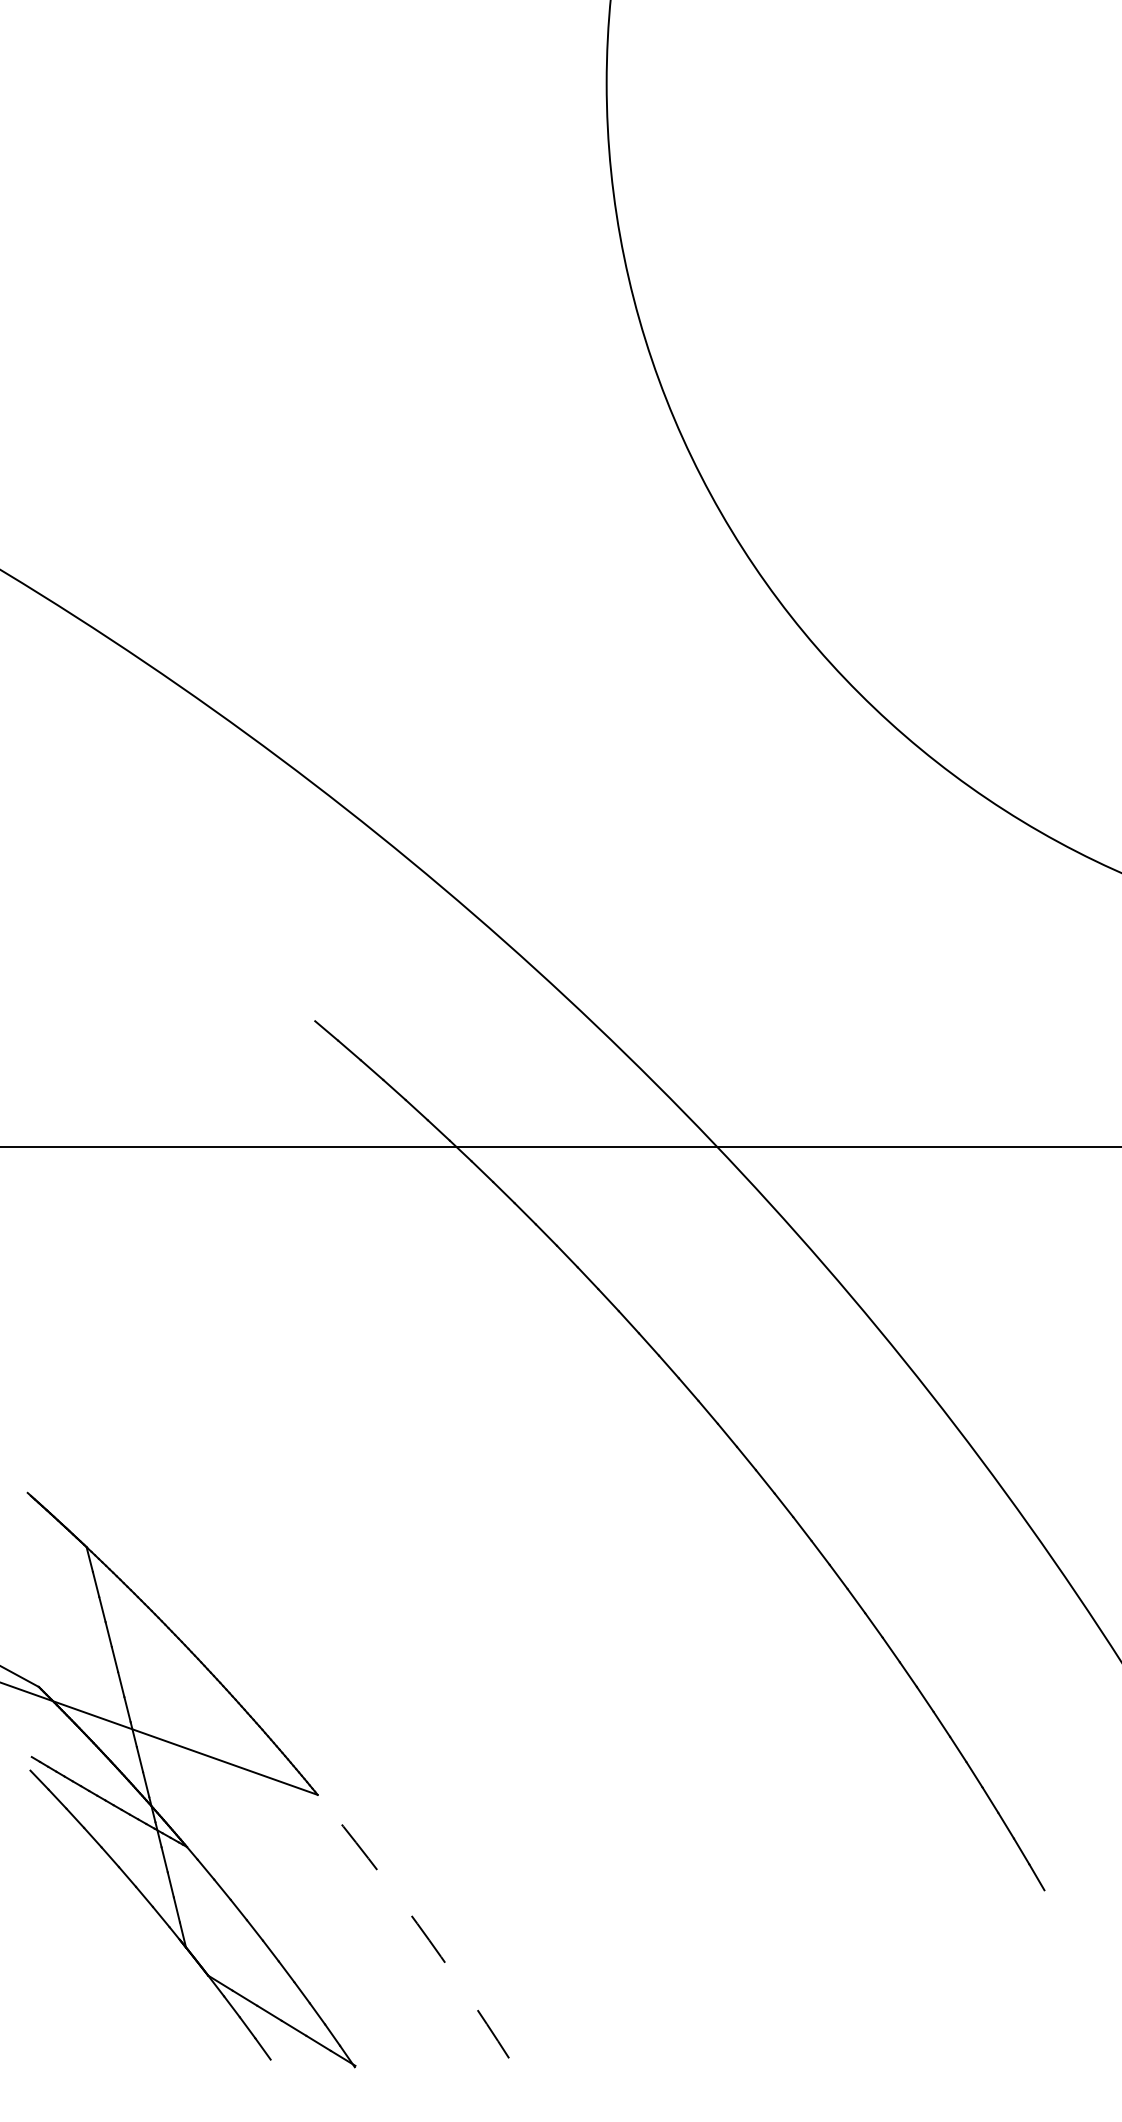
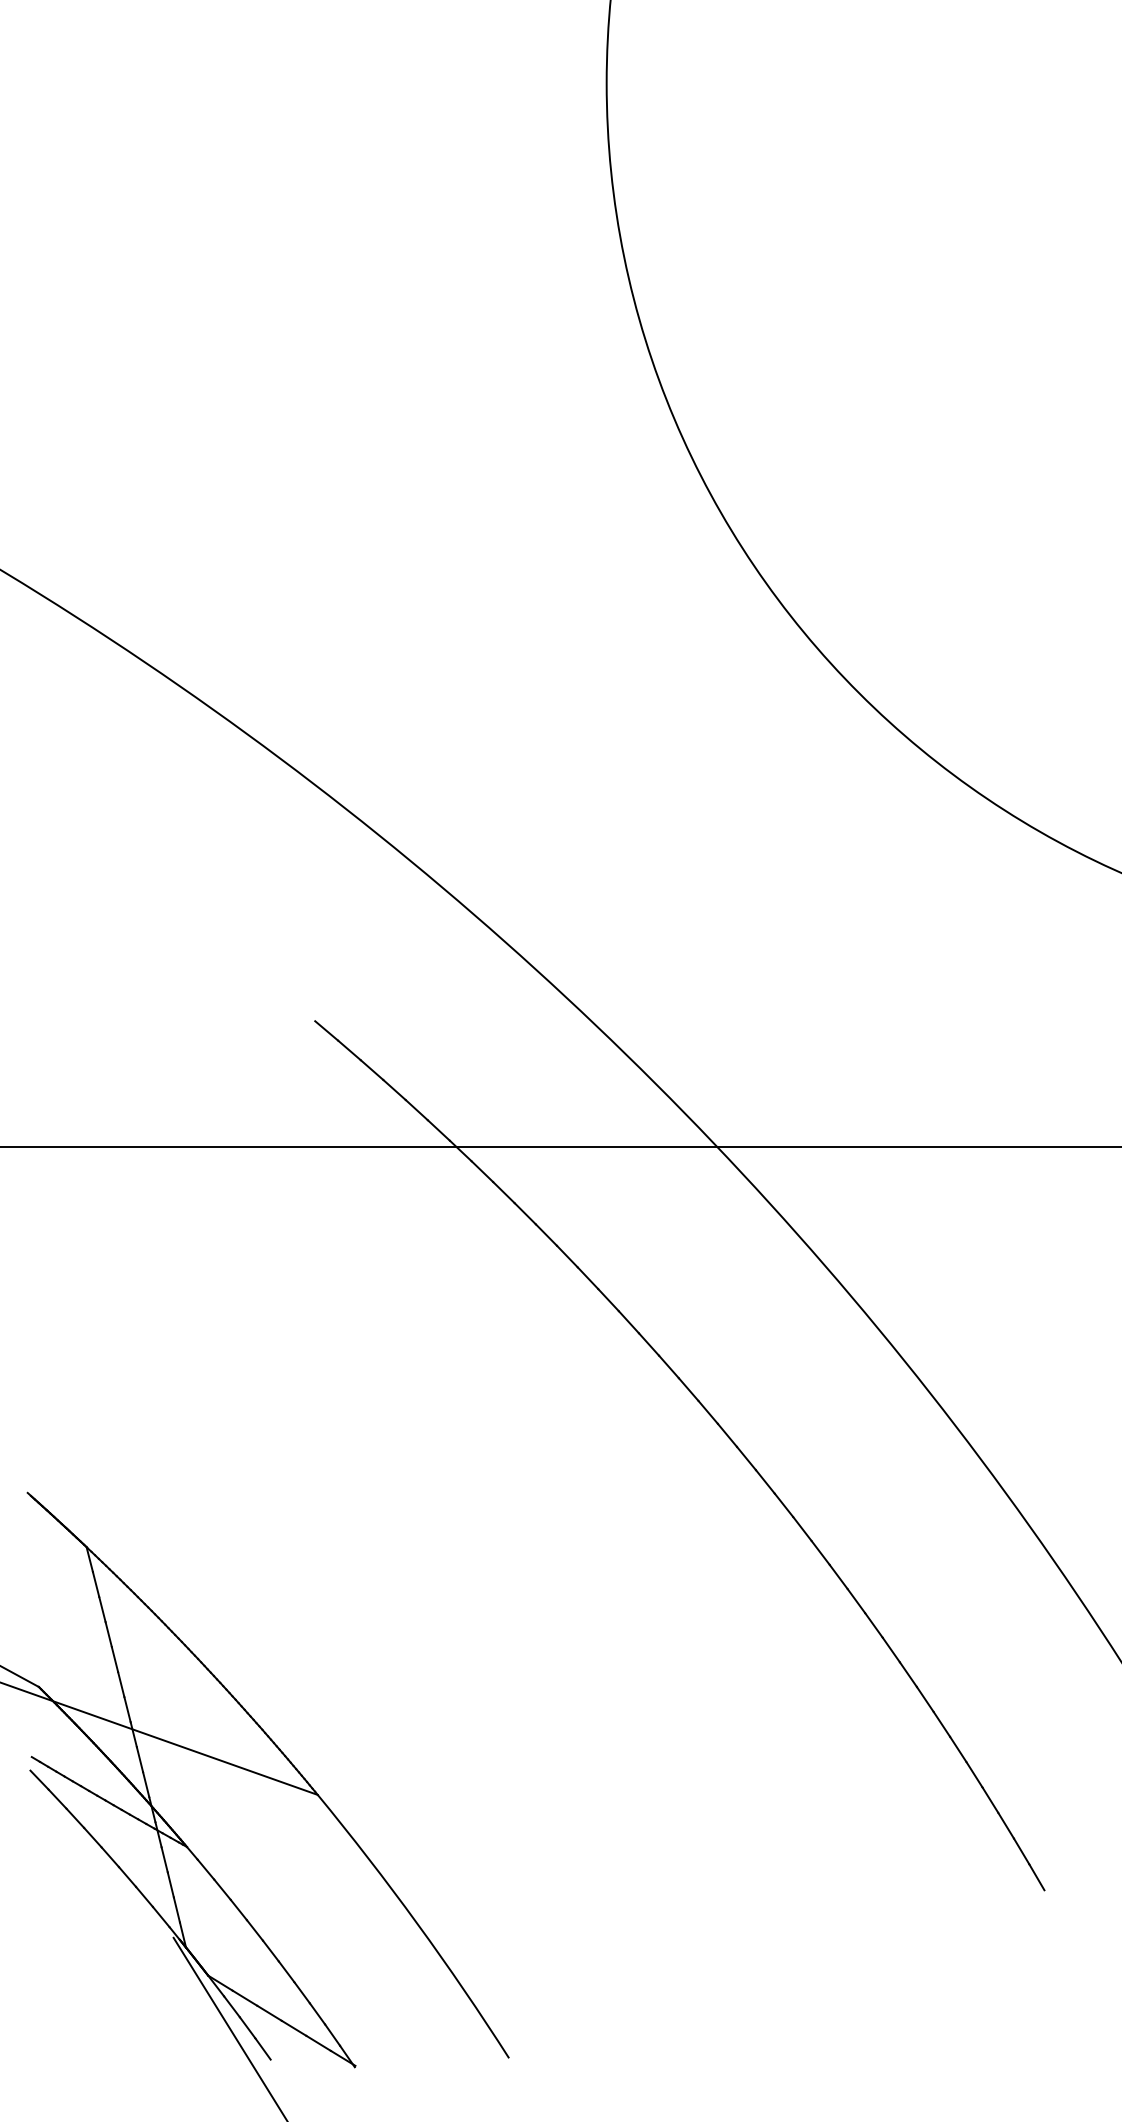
arc at (417, 1923): dashed -> solid
line at (229, 2027): none -> present
